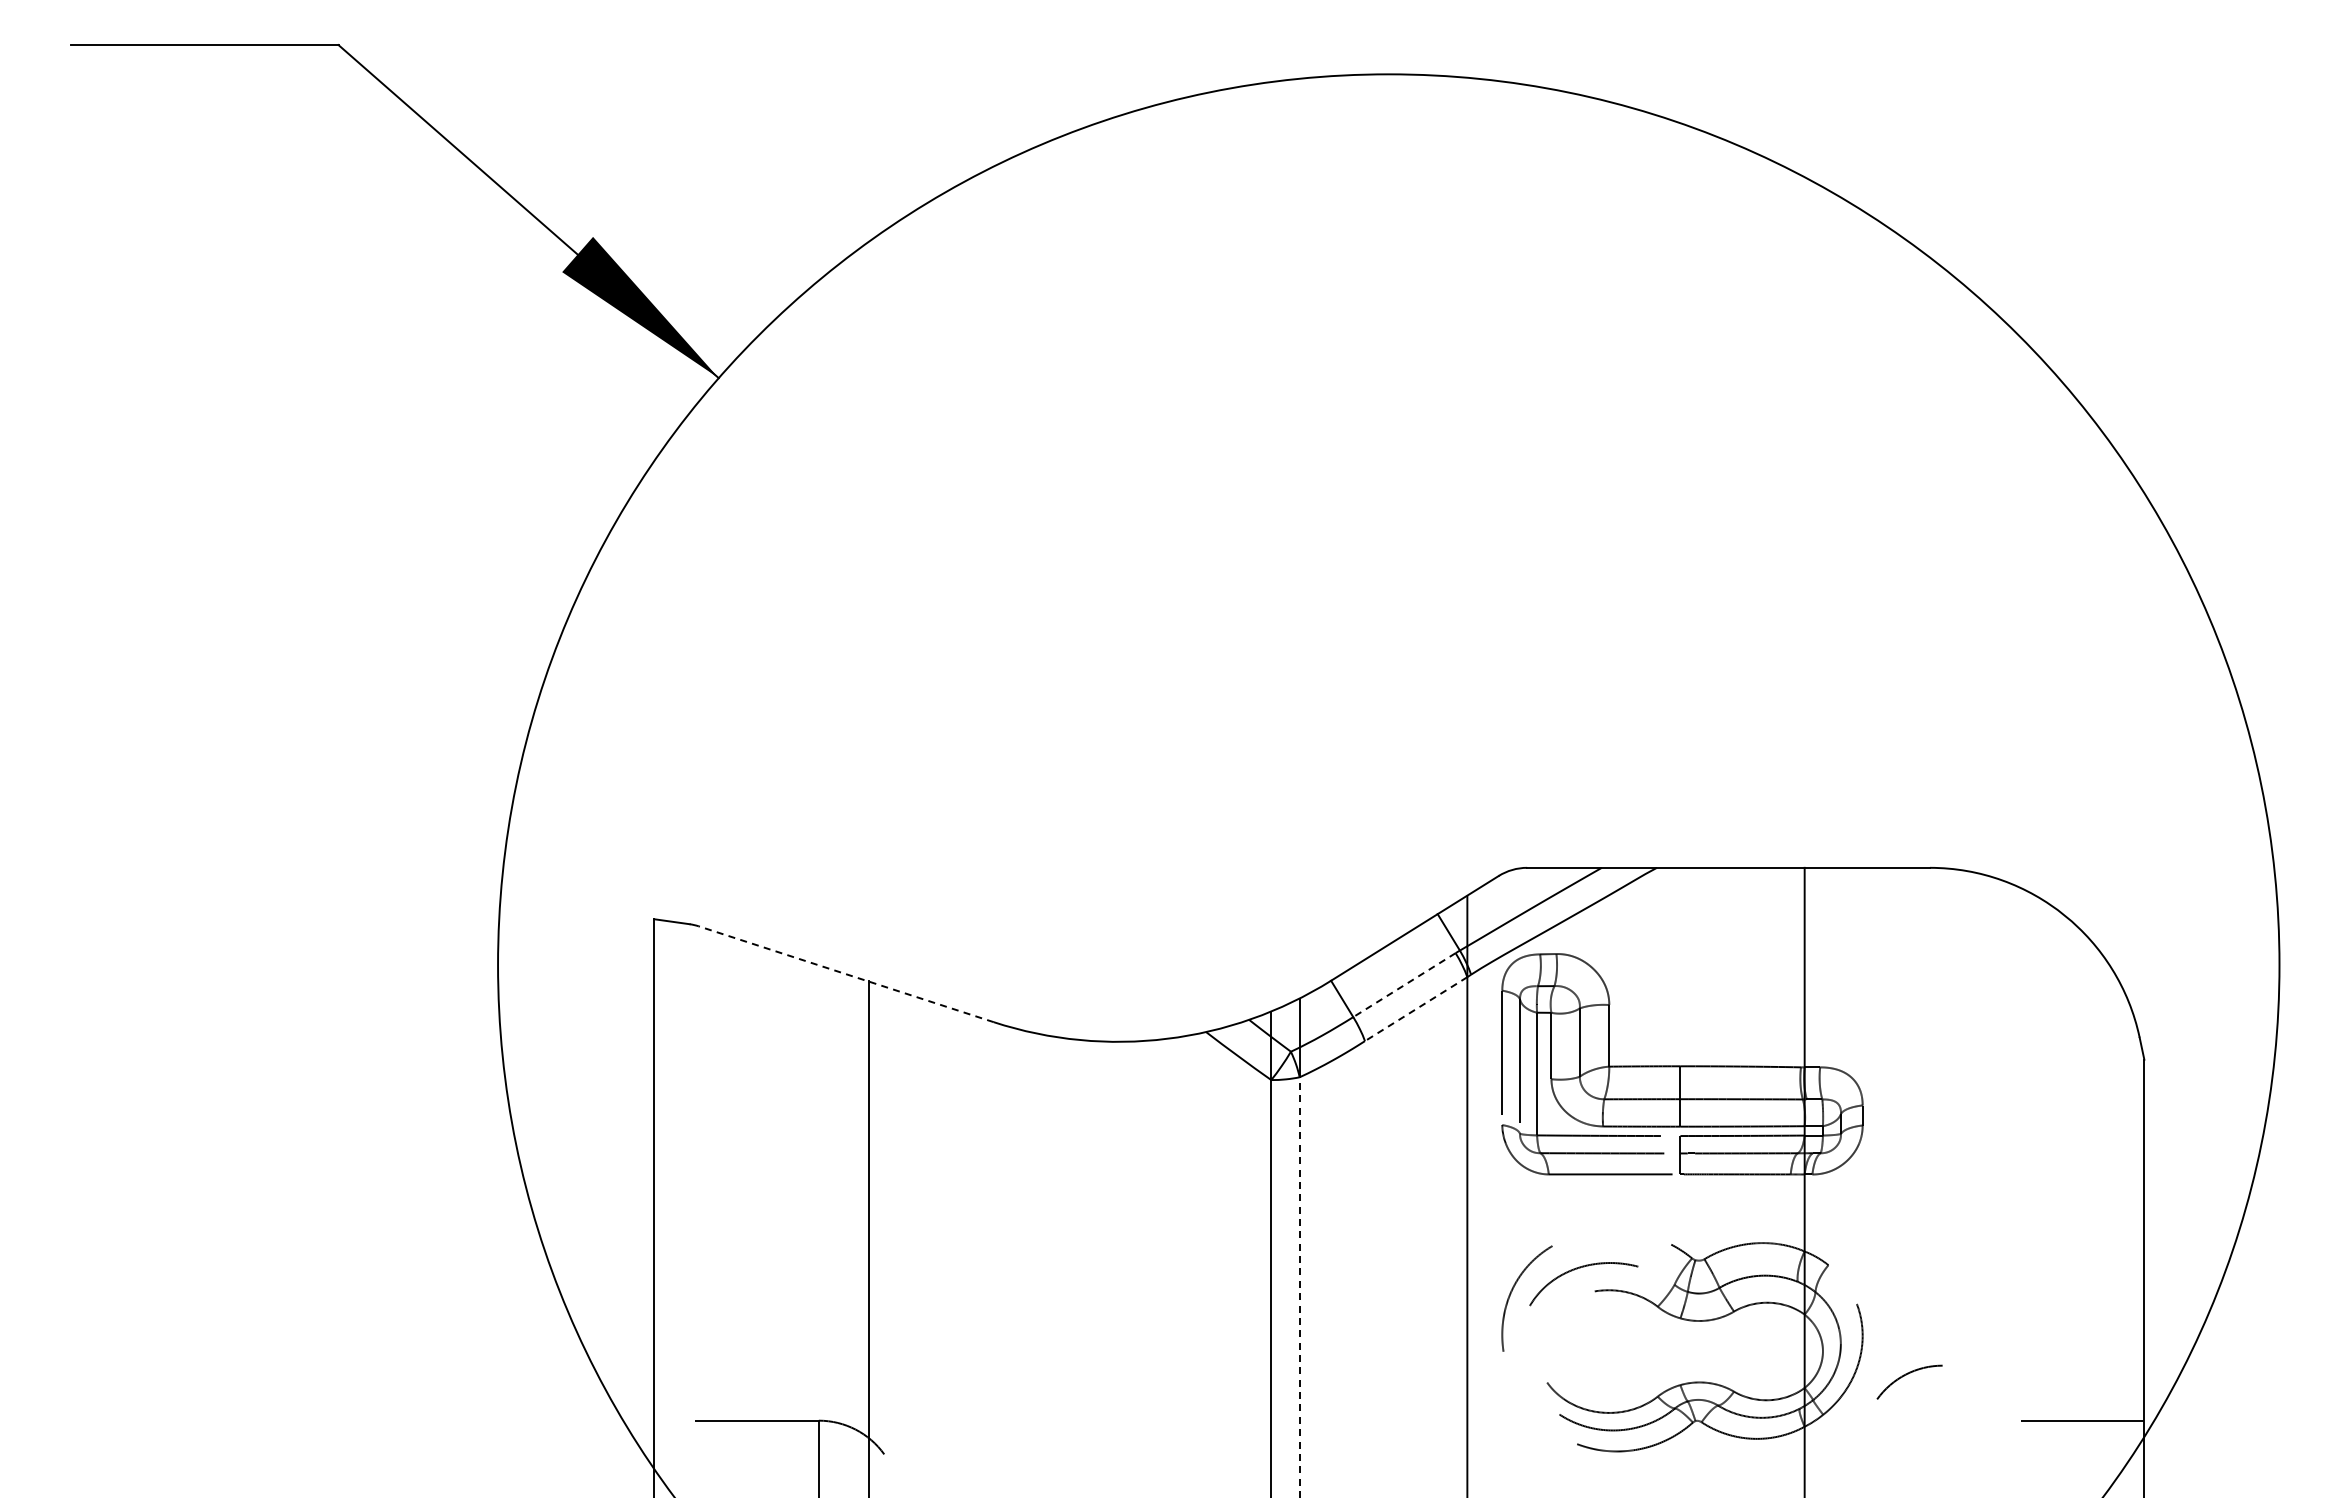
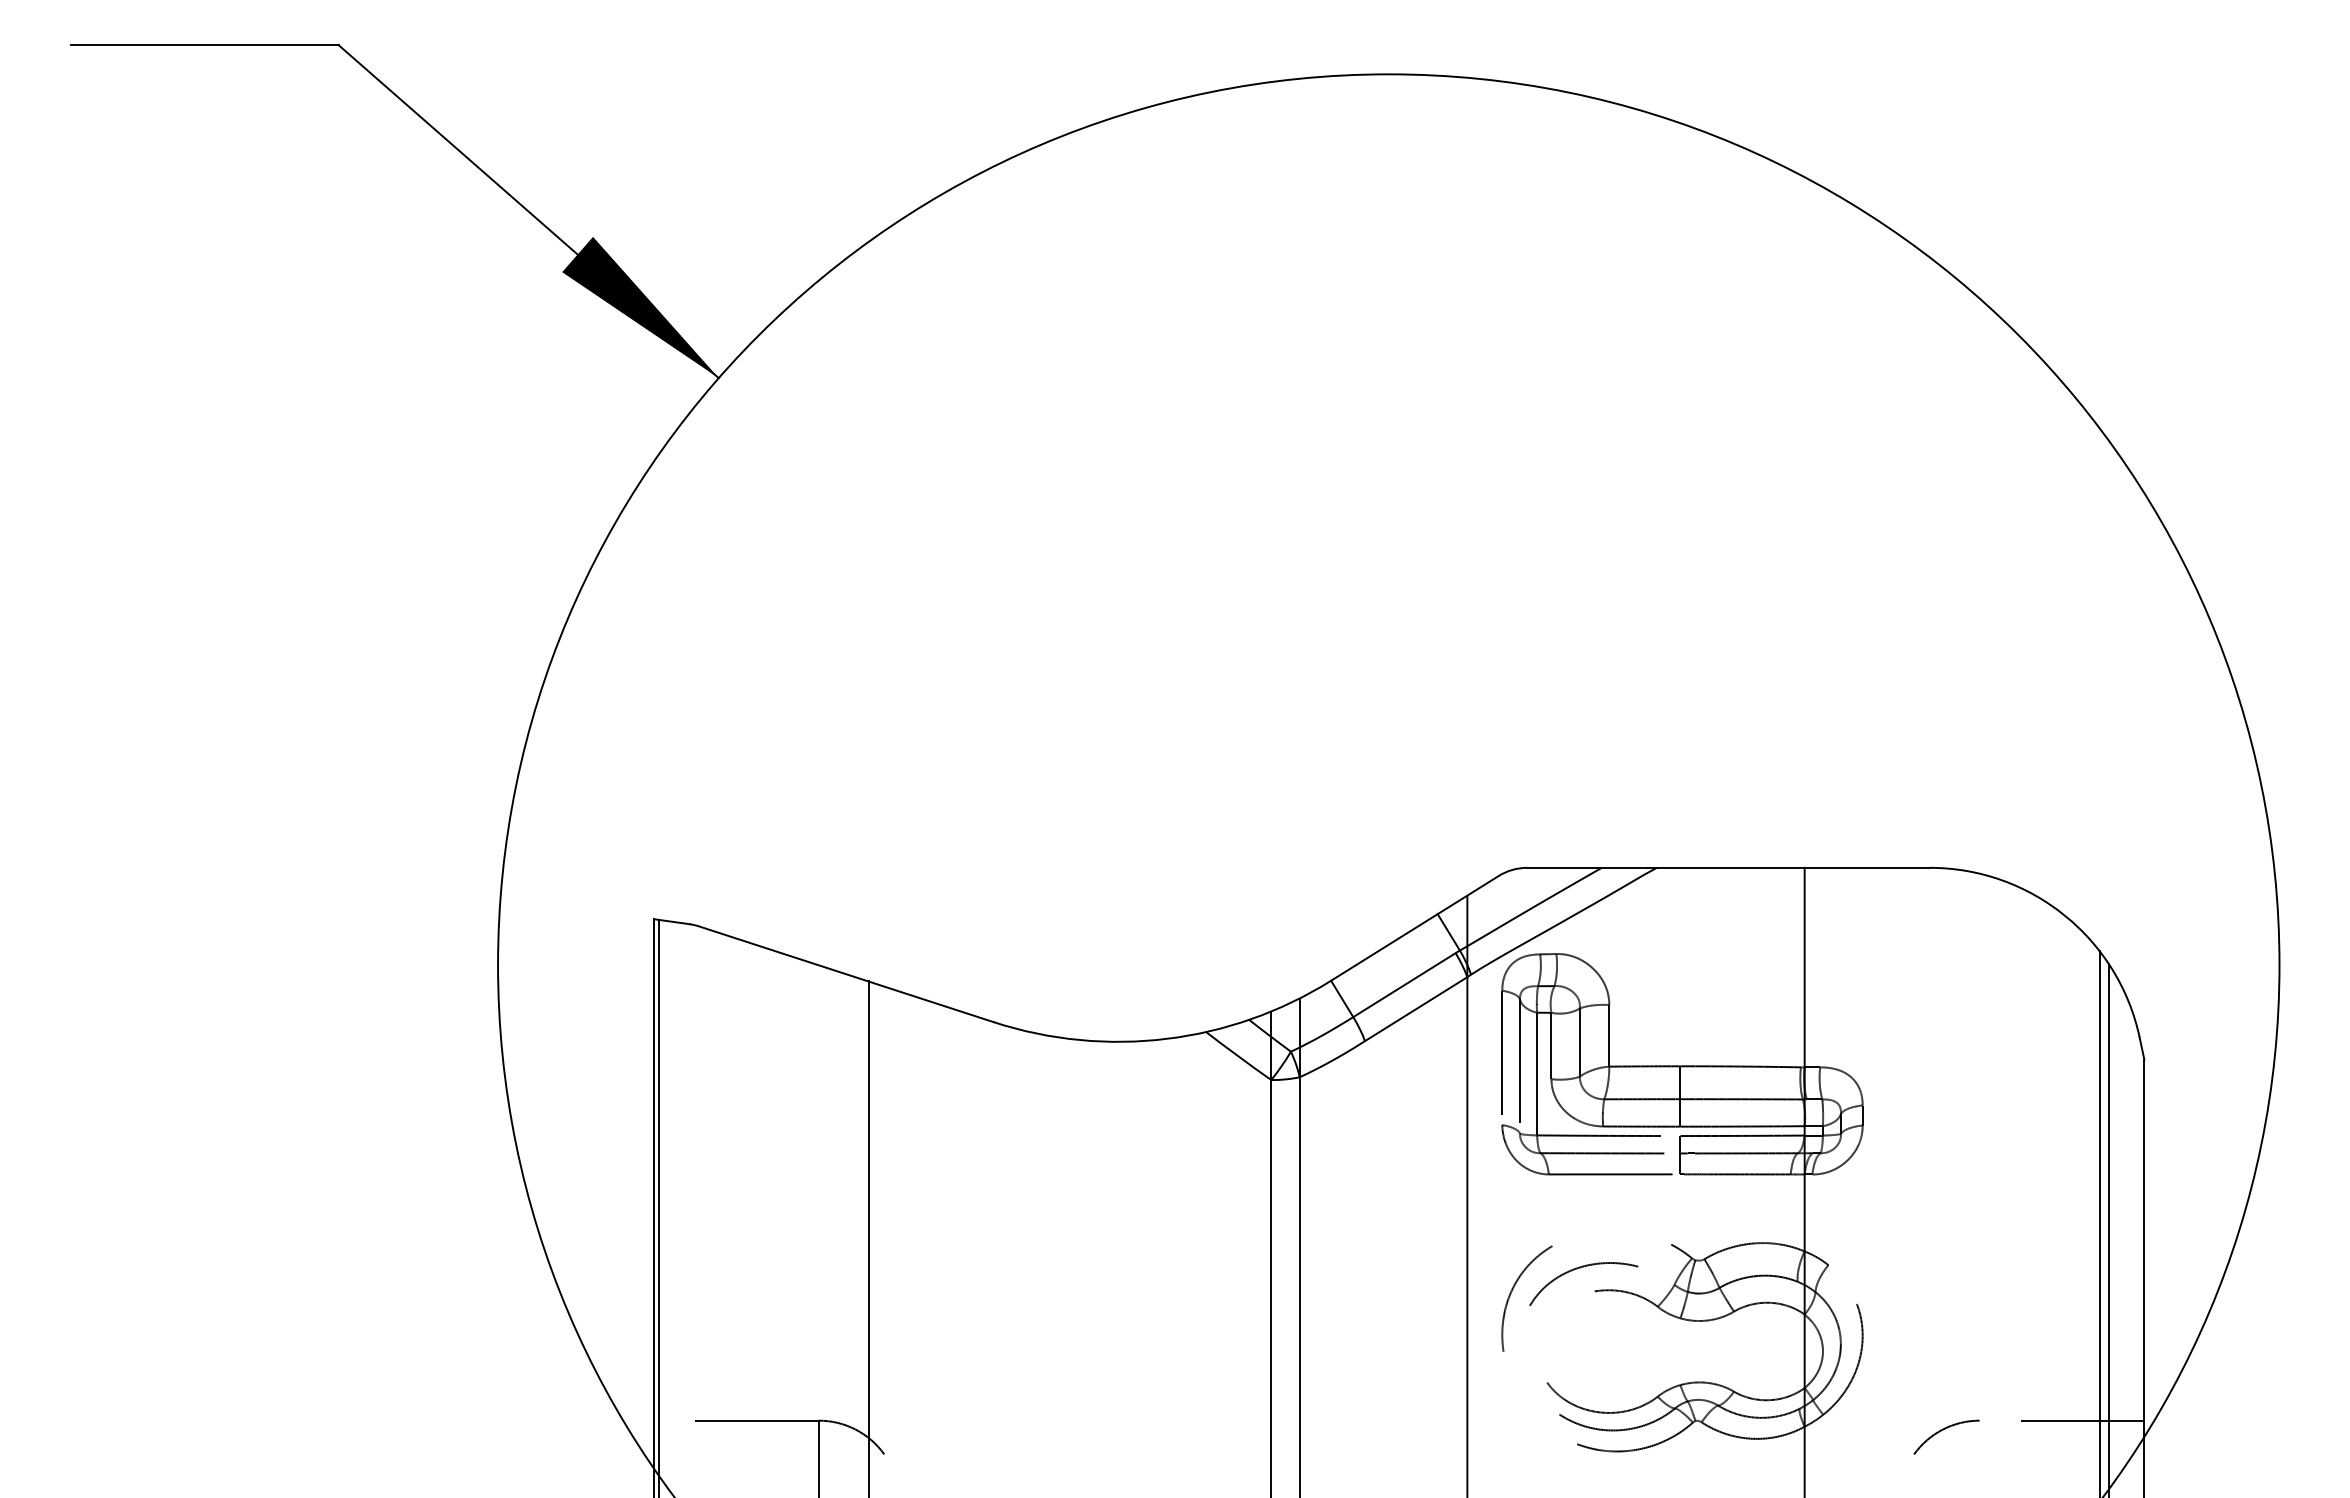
line at (845, 974): dashed -> solid
line at (1404, 985): dashed -> solid
line at (1415, 1009): dashed -> solid
line at (658, 1206): none -> present
line at (2099, 1222): none -> present
line at (2108, 1229): none -> present
line at (1299, 1287): dashed -> solid
arc at (1906, 1375) position: (1906, 1375) -> (1943, 1430)
